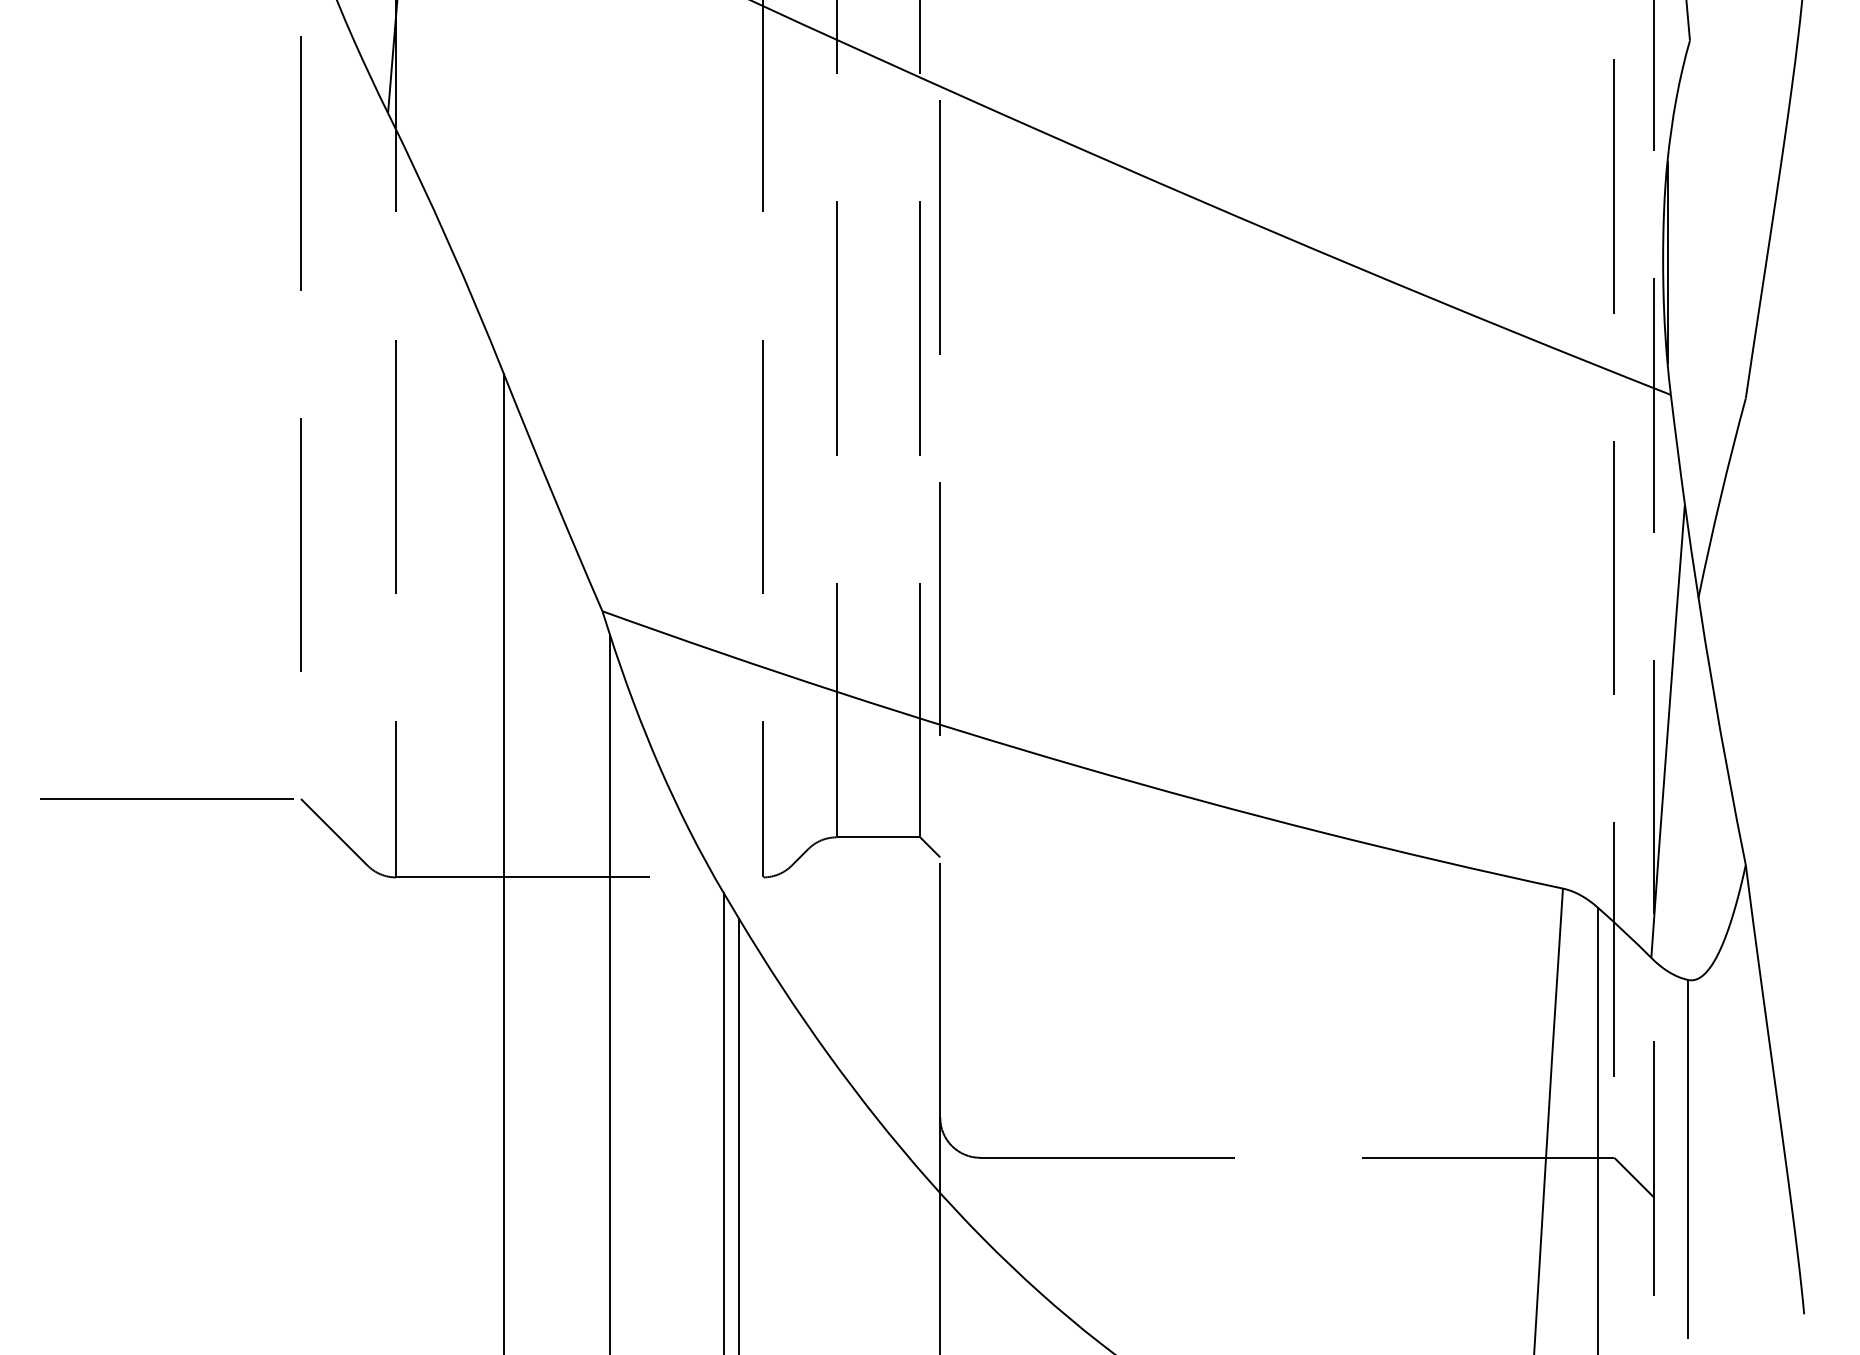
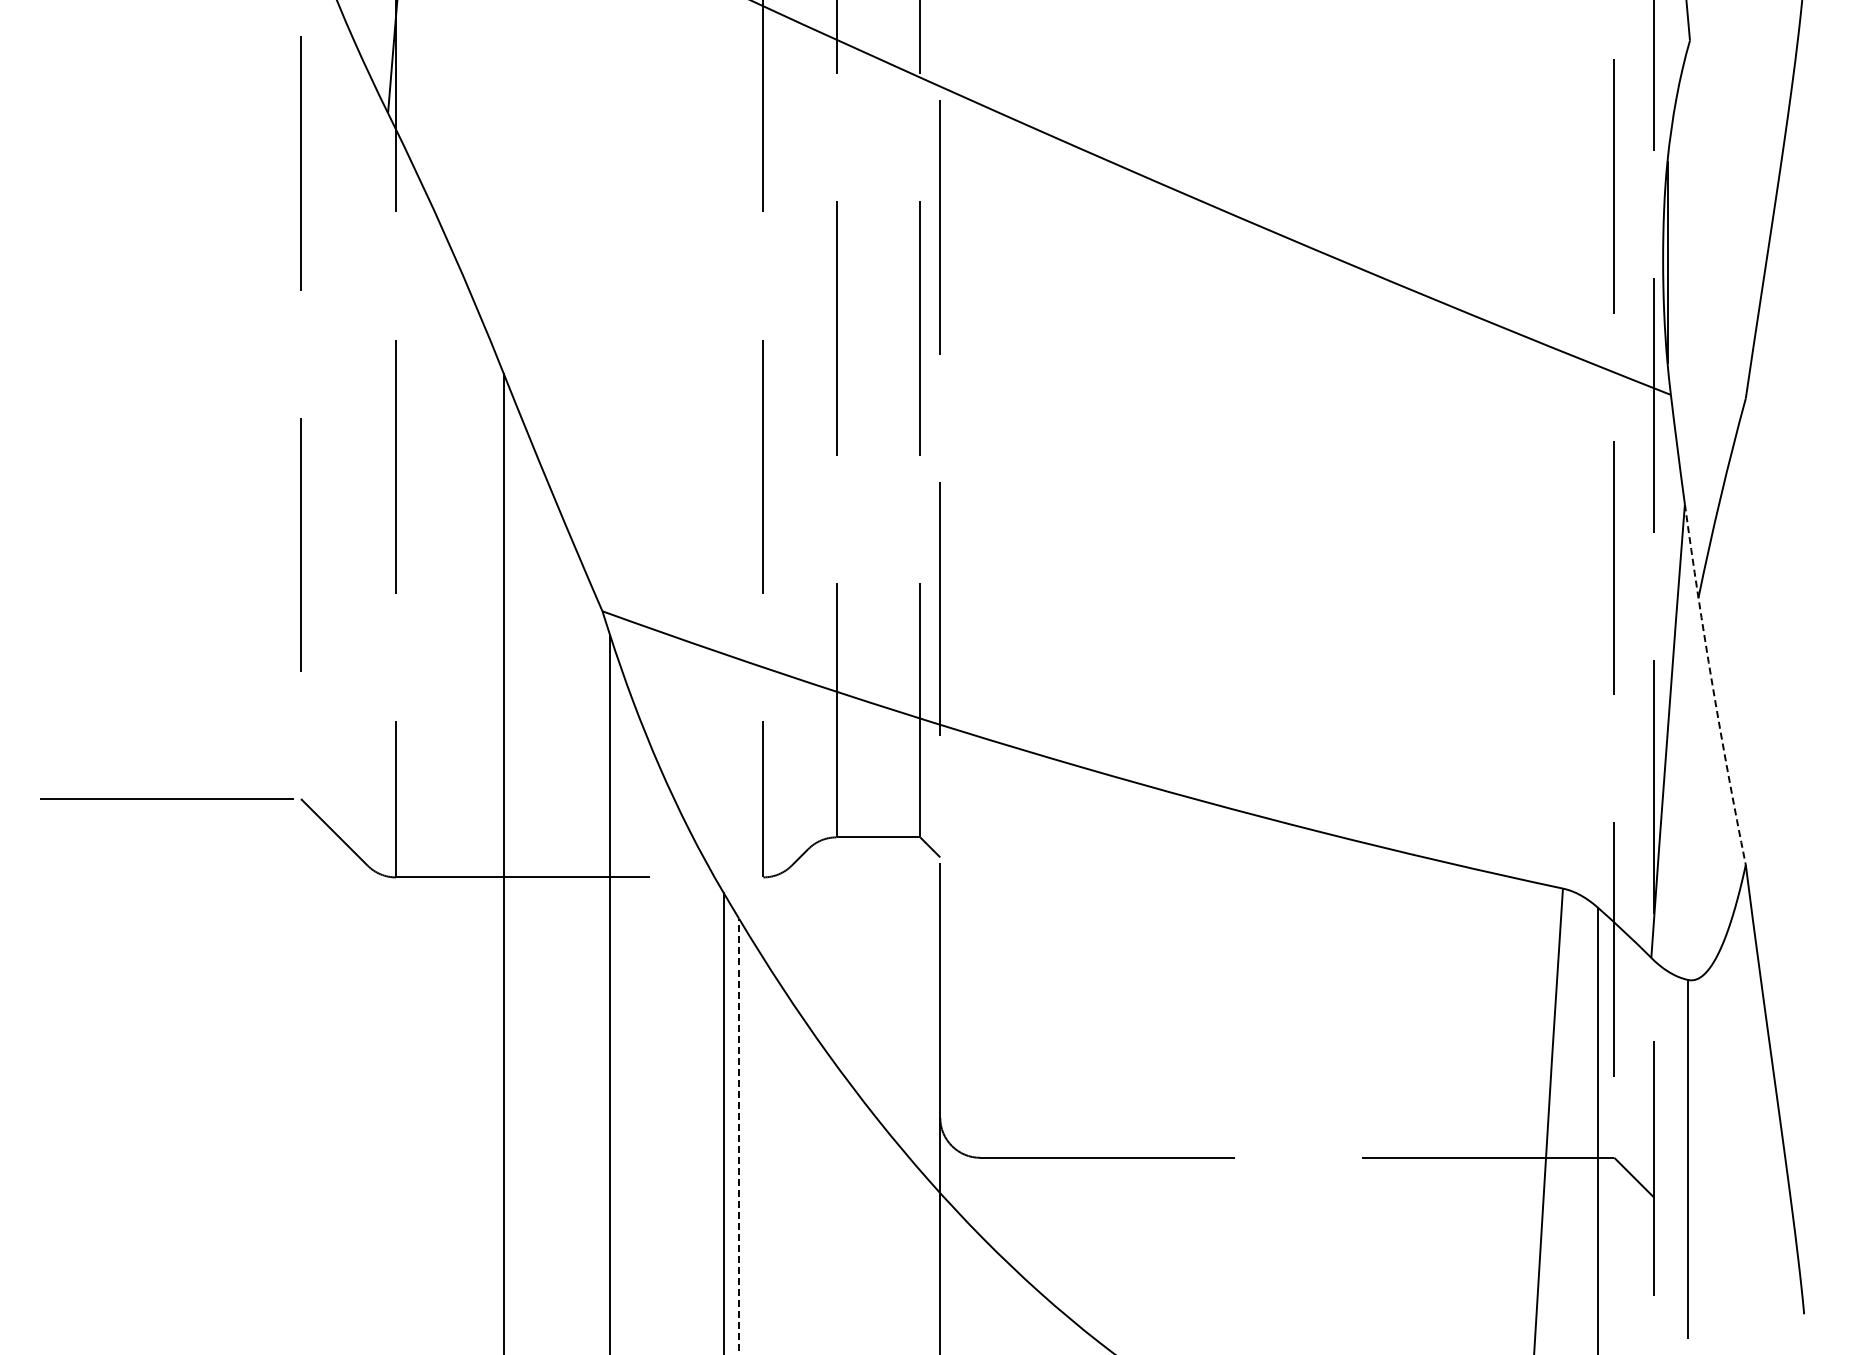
arc at (1712, 685): solid -> dashed
line at (739, 1136): solid -> dashed
